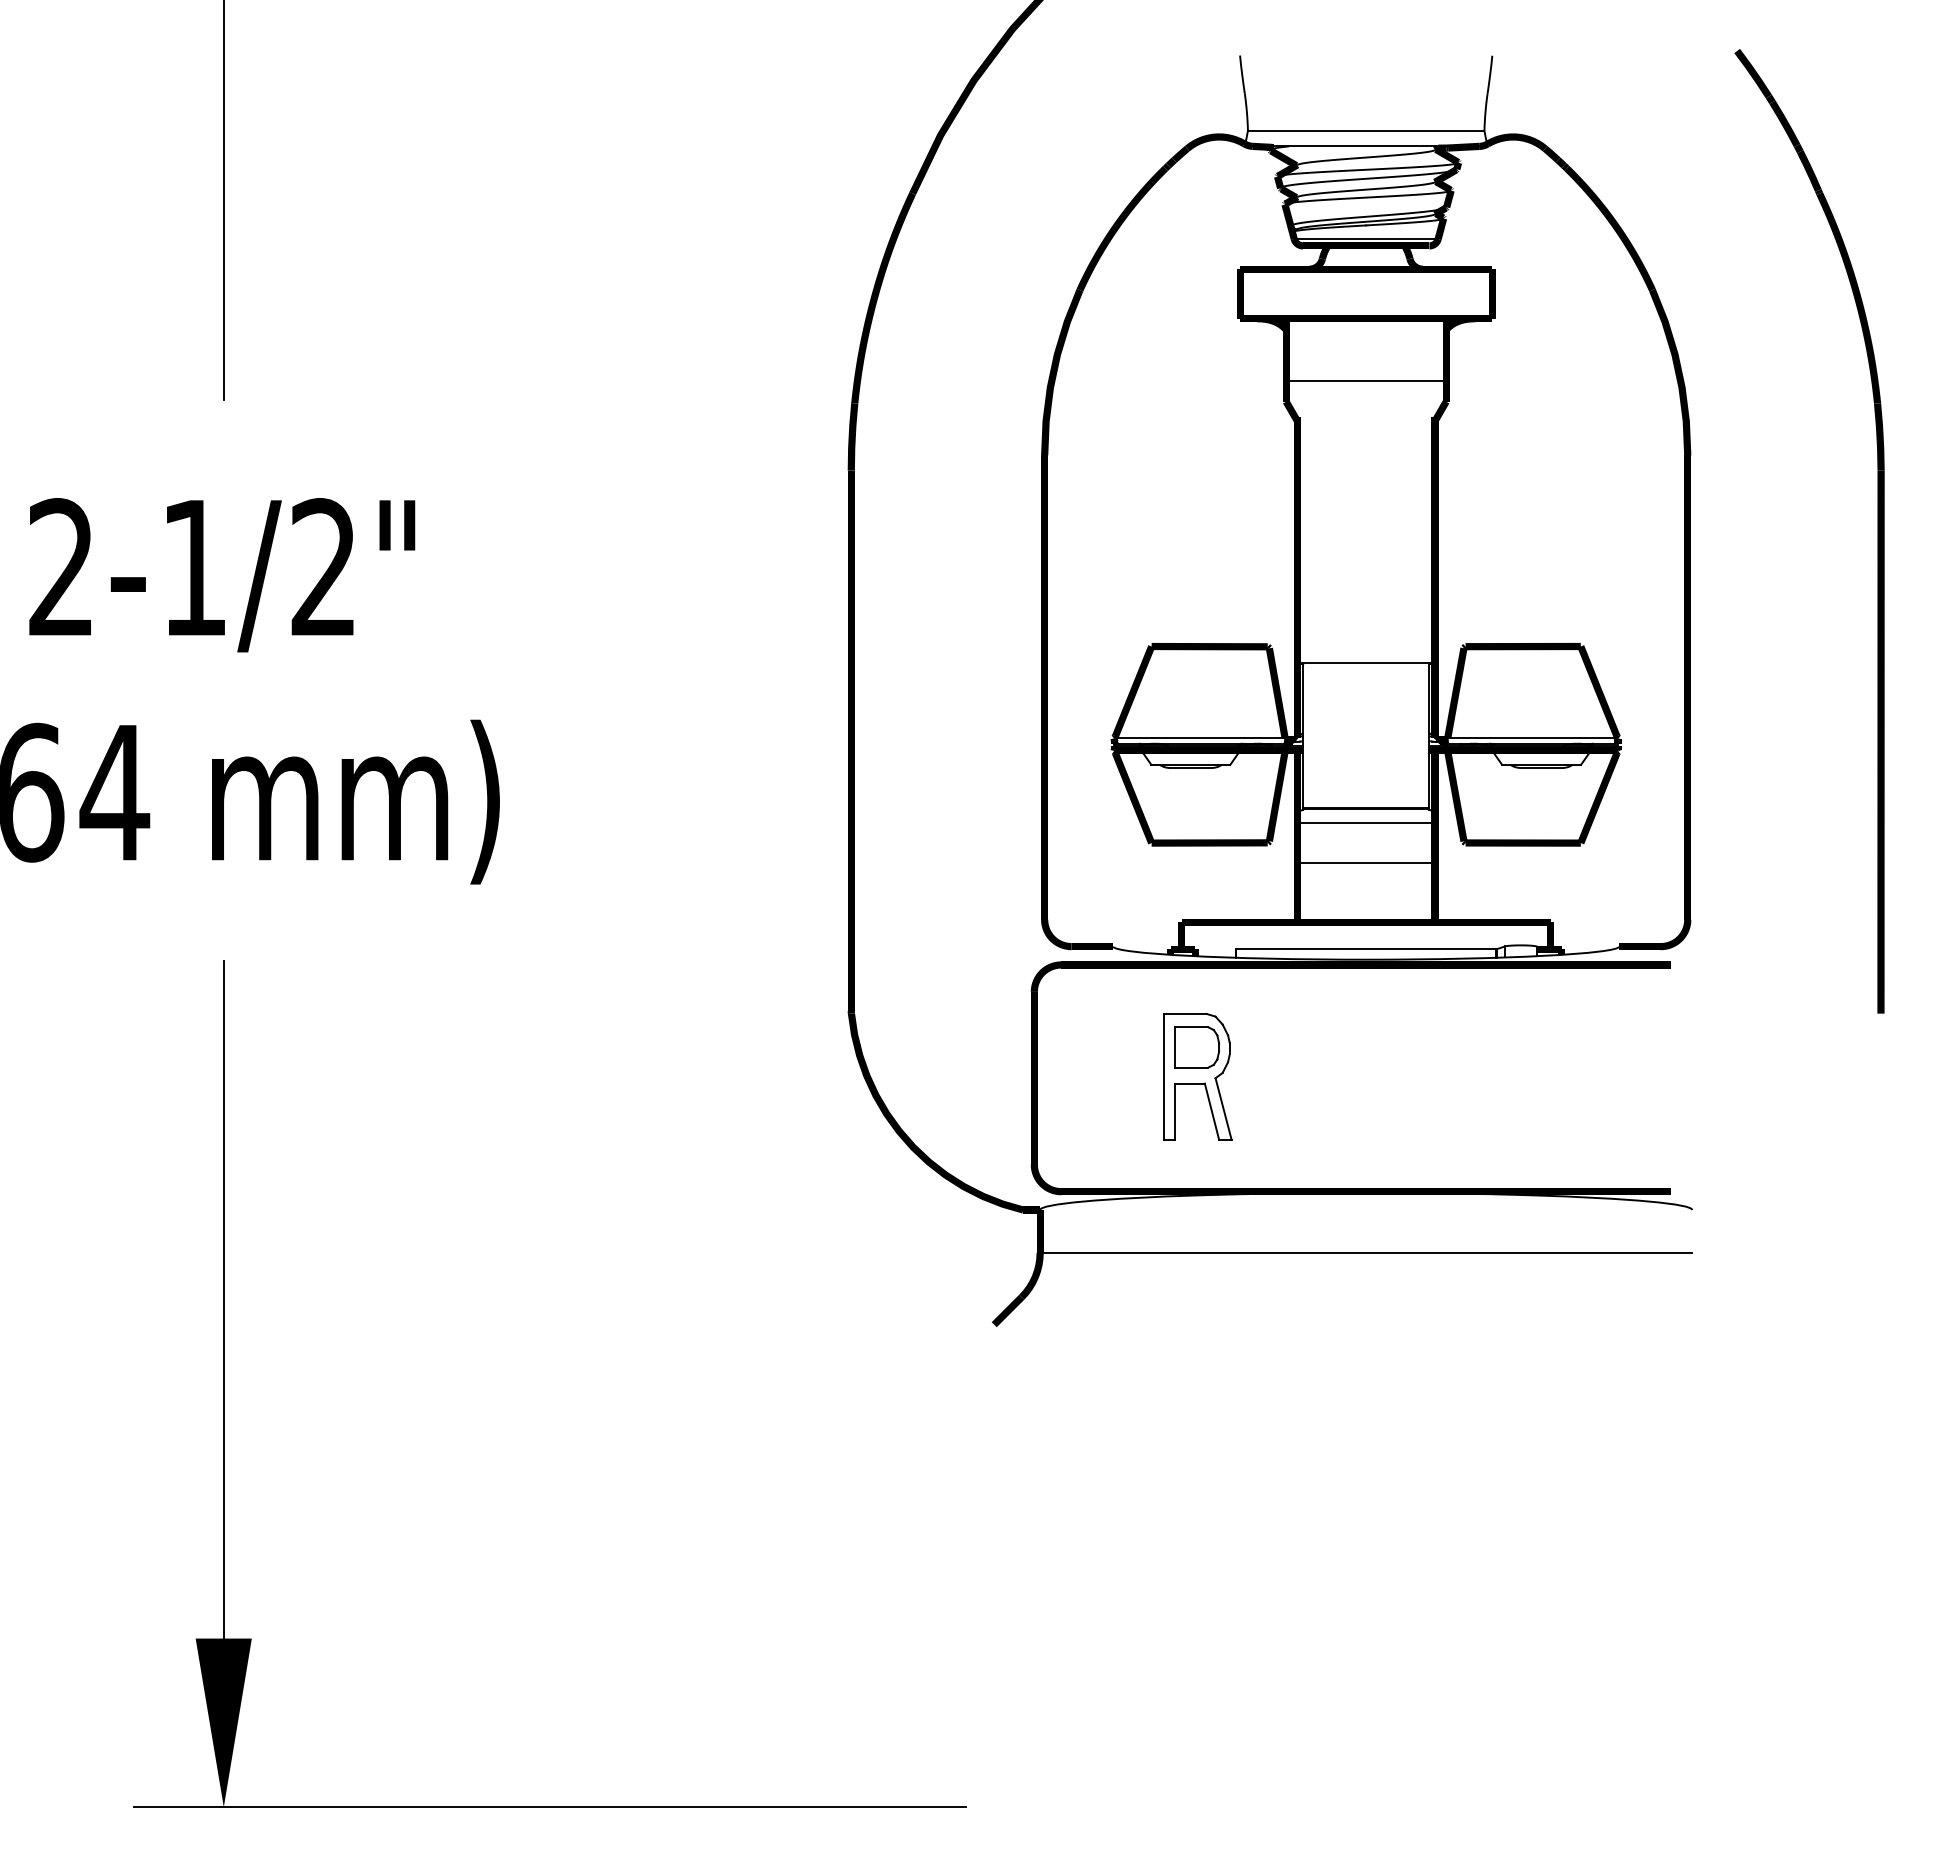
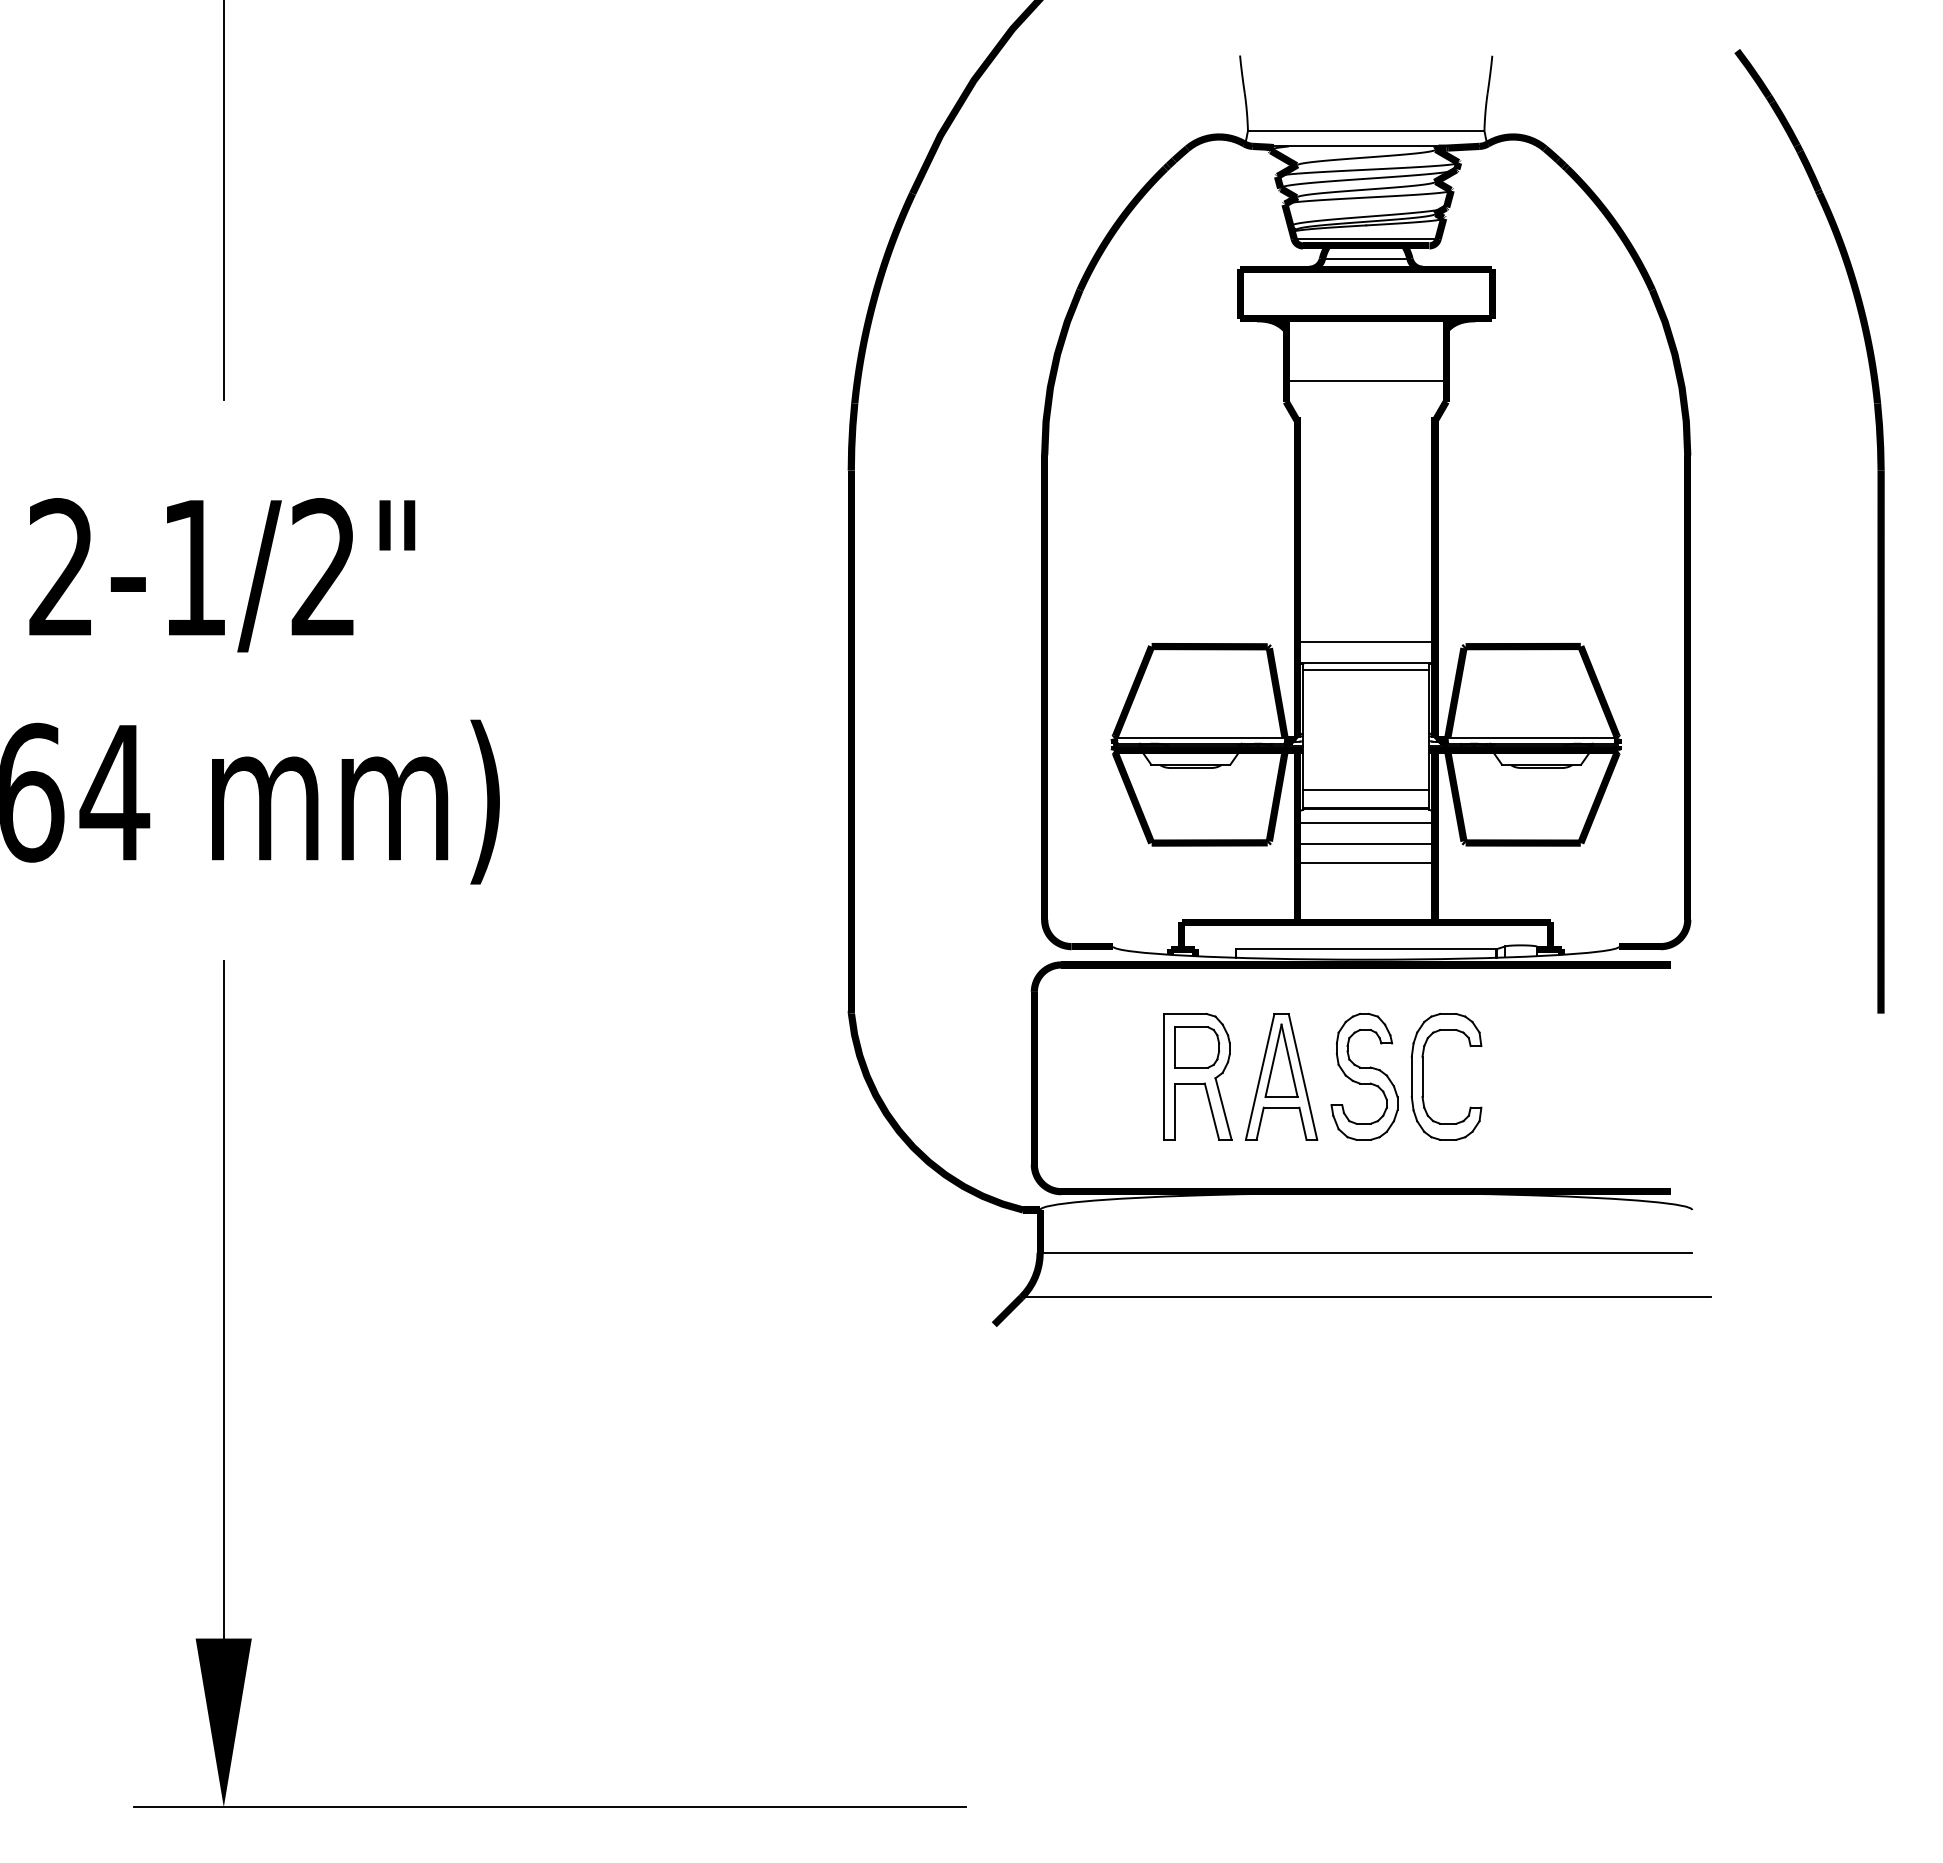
line at (1365, 258): none -> present
line at (1366, 642): none -> present
line at (1366, 669): none -> present
line at (1366, 790): none -> present
line at (1366, 844): none -> present
part at (1281, 1076): none -> present
part at (1364, 1076): none -> present
part at (1423, 1076): none -> present
line at (1365, 1297): none -> present
